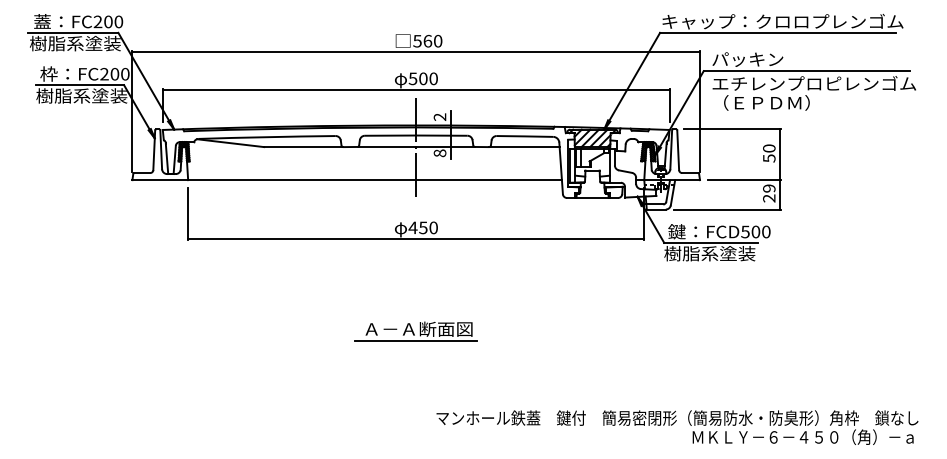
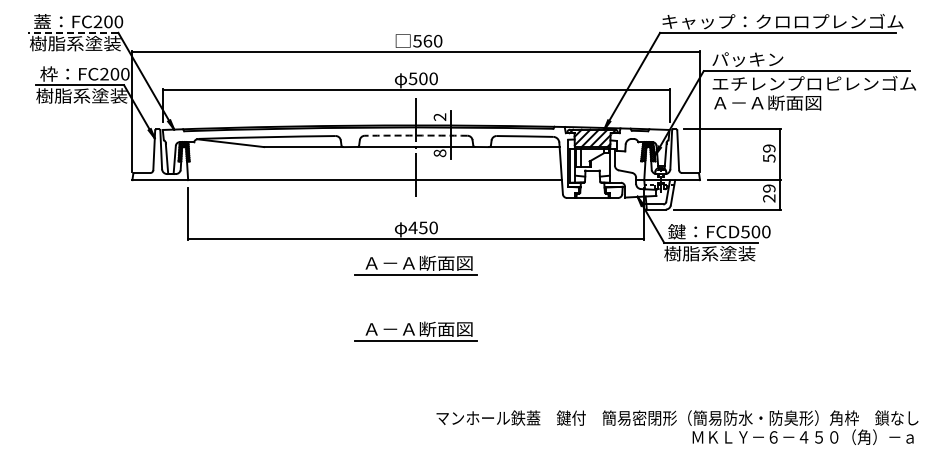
line at (73, 32): solid -> dashed
text at (767, 102): （ＥＰＤＭ） -> Ａ－Ａ断面図
arc at (416, 135): solid -> dashed
text at (769, 148): 50 -> 59
part at (415, 265): none -> present
